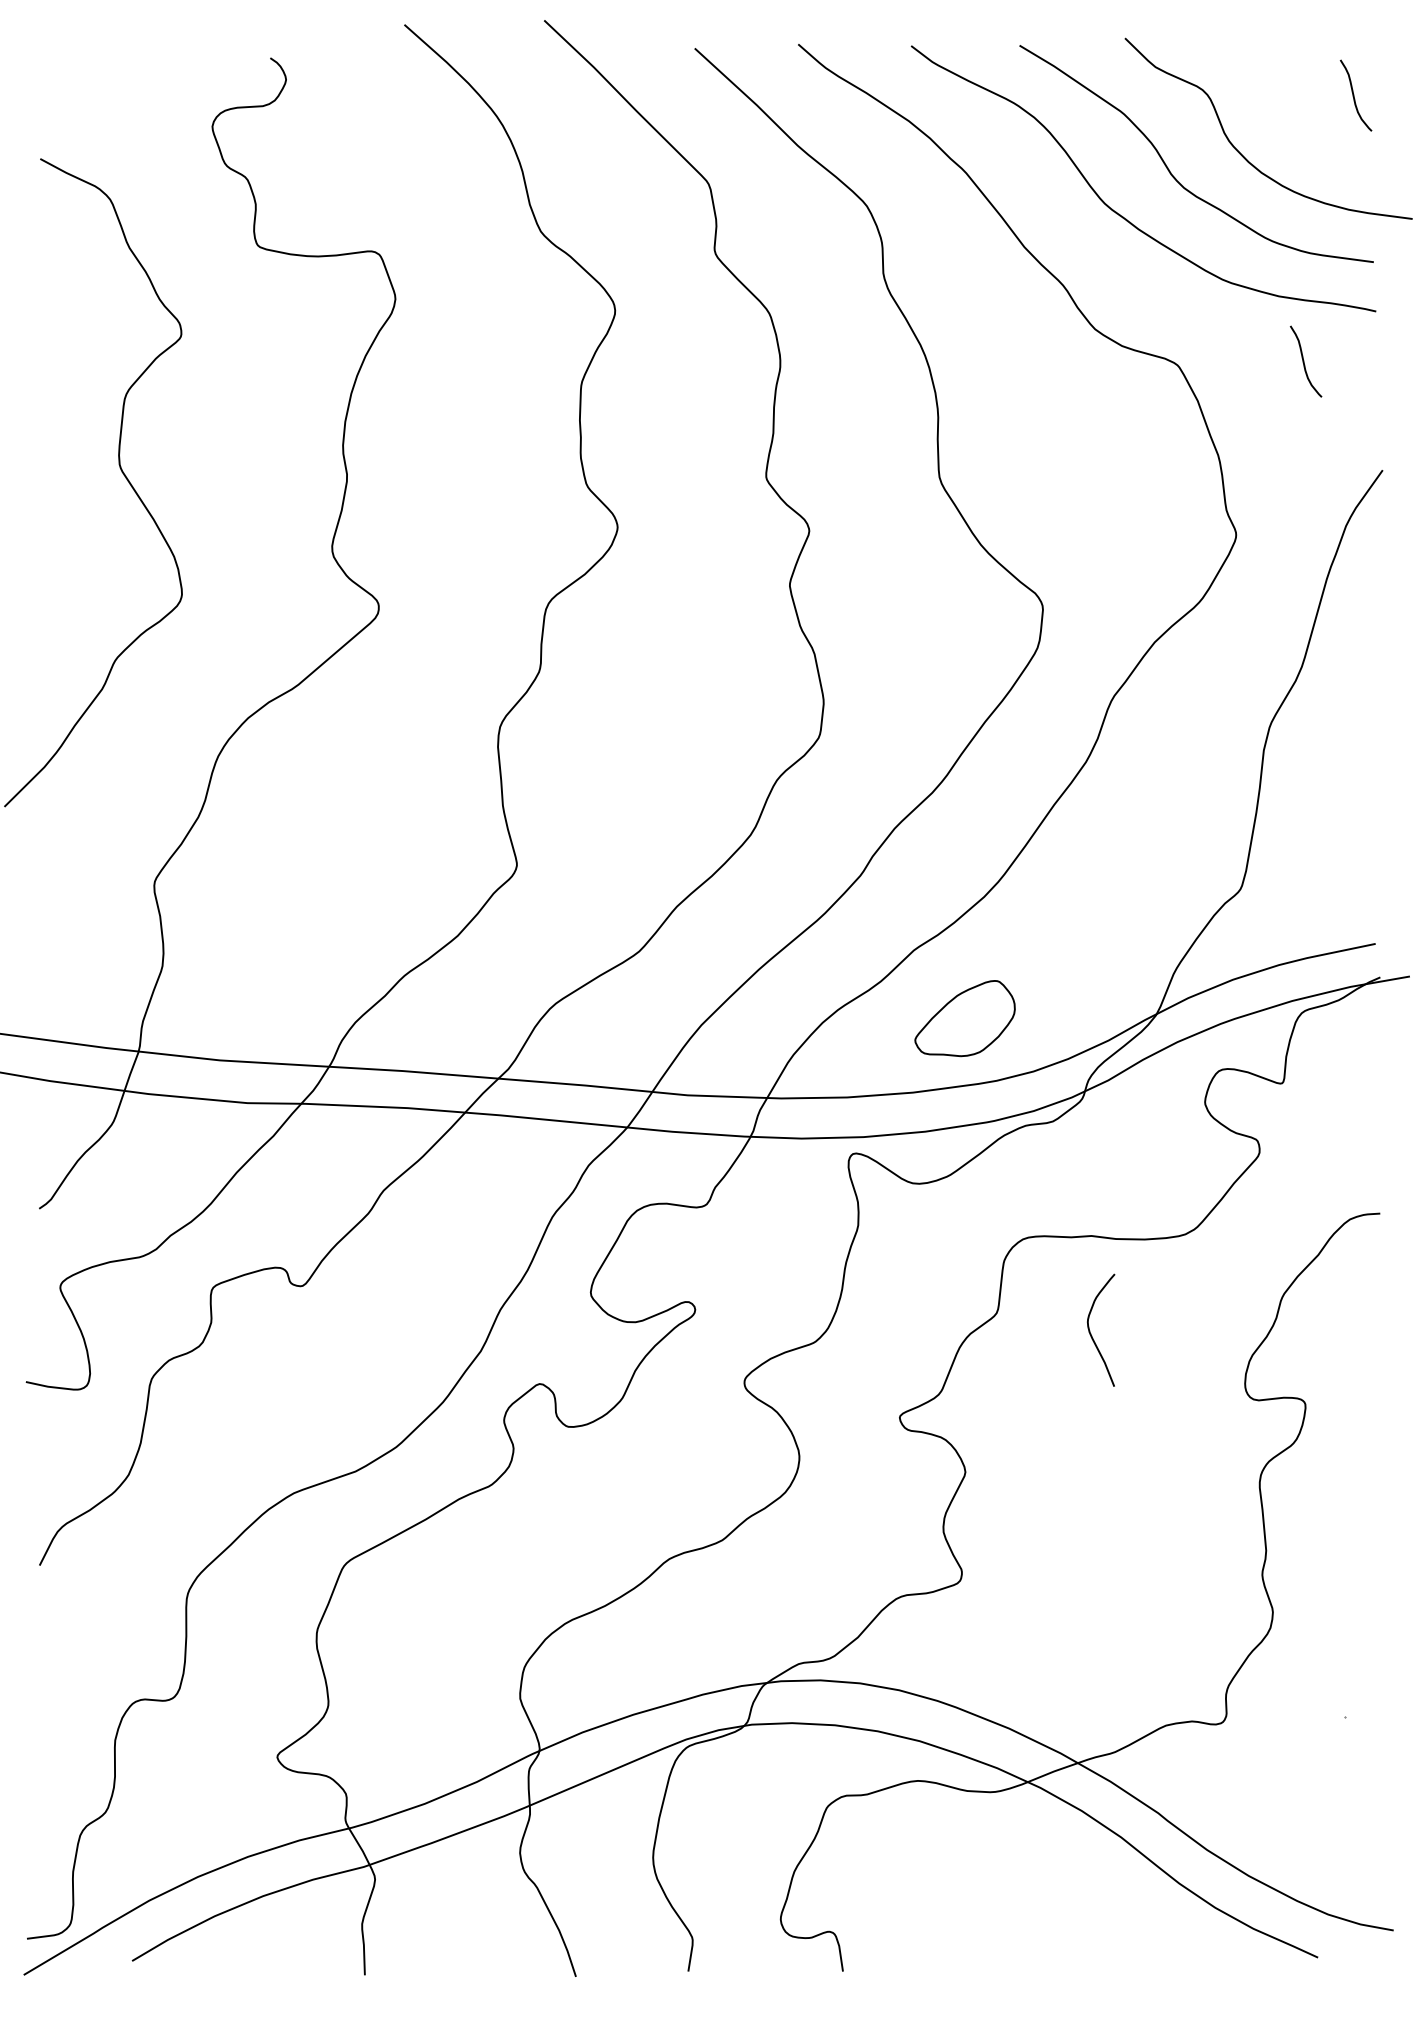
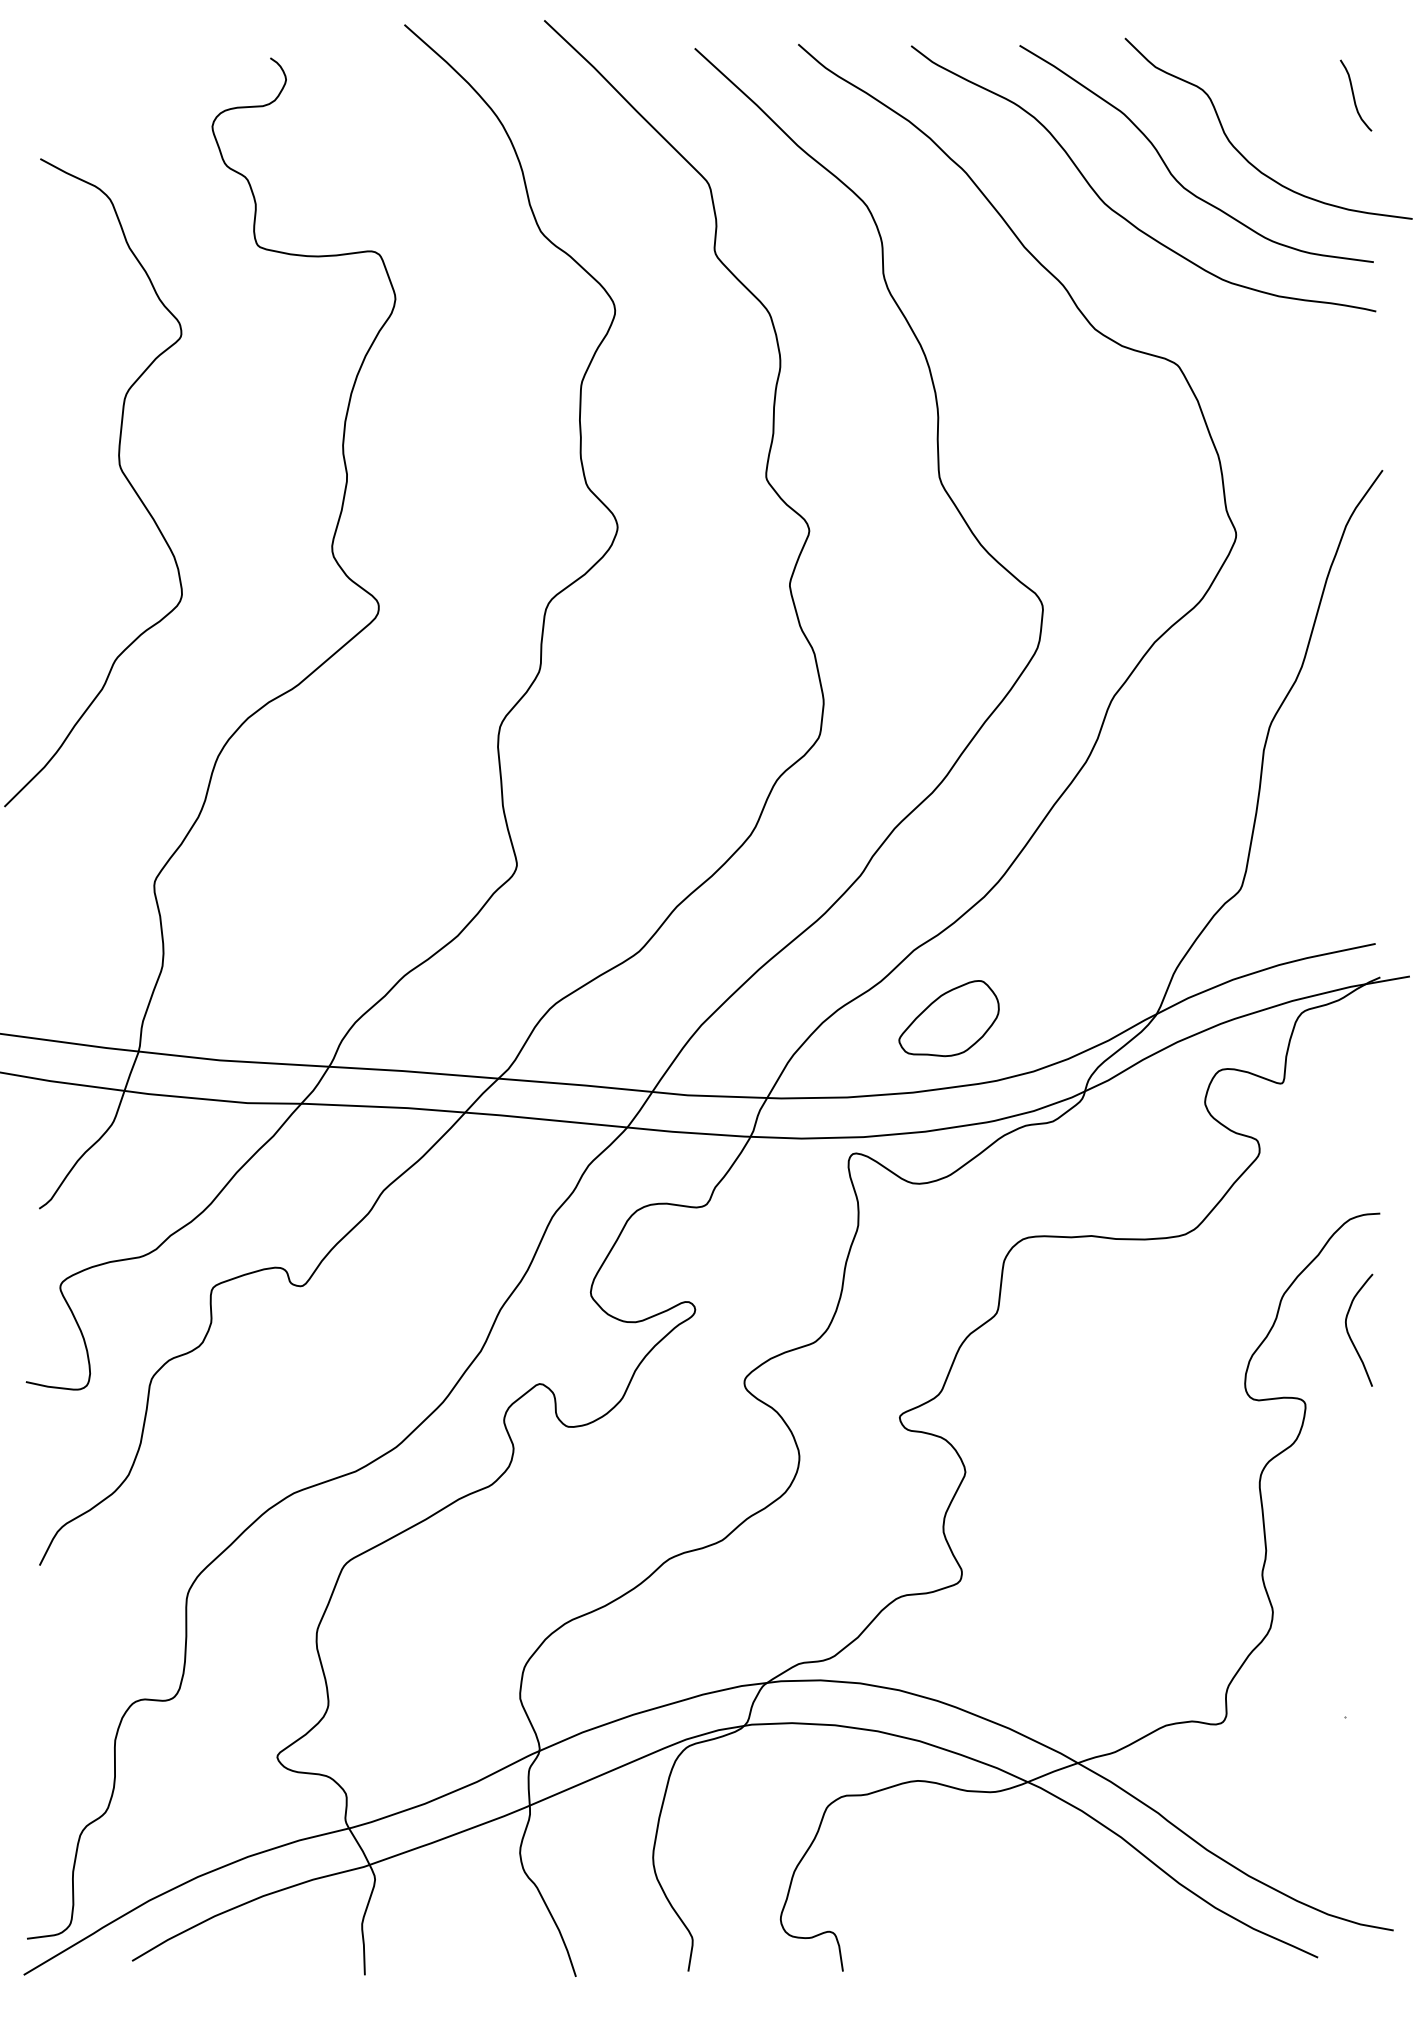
curve at (1304, 361): present -> none
part at (964, 1018) position: (964, 1018) -> (948, 1018)
curve at (1091, 1333) position: (1091, 1333) -> (1349, 1333)
